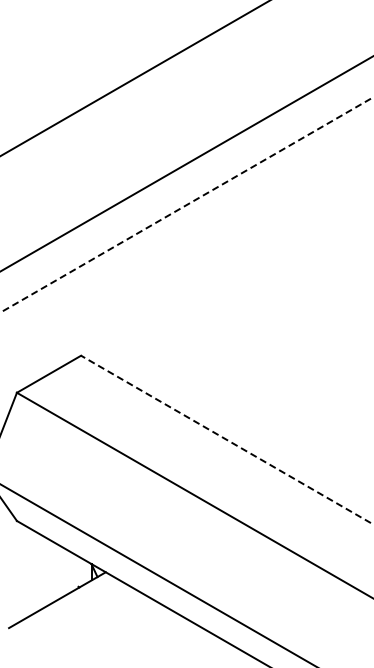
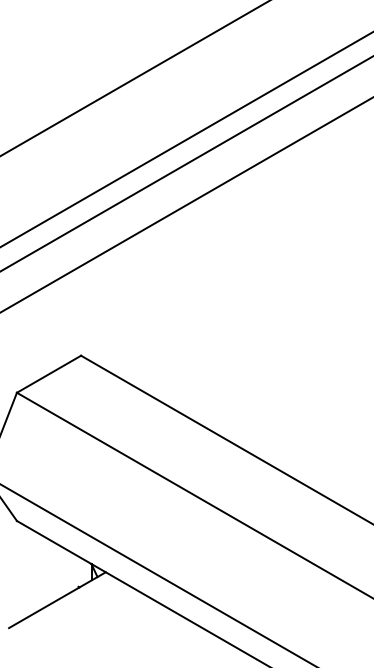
line at (186, 139): none -> present
line at (187, 204): dashed -> solid
line at (227, 440): dashed -> solid
